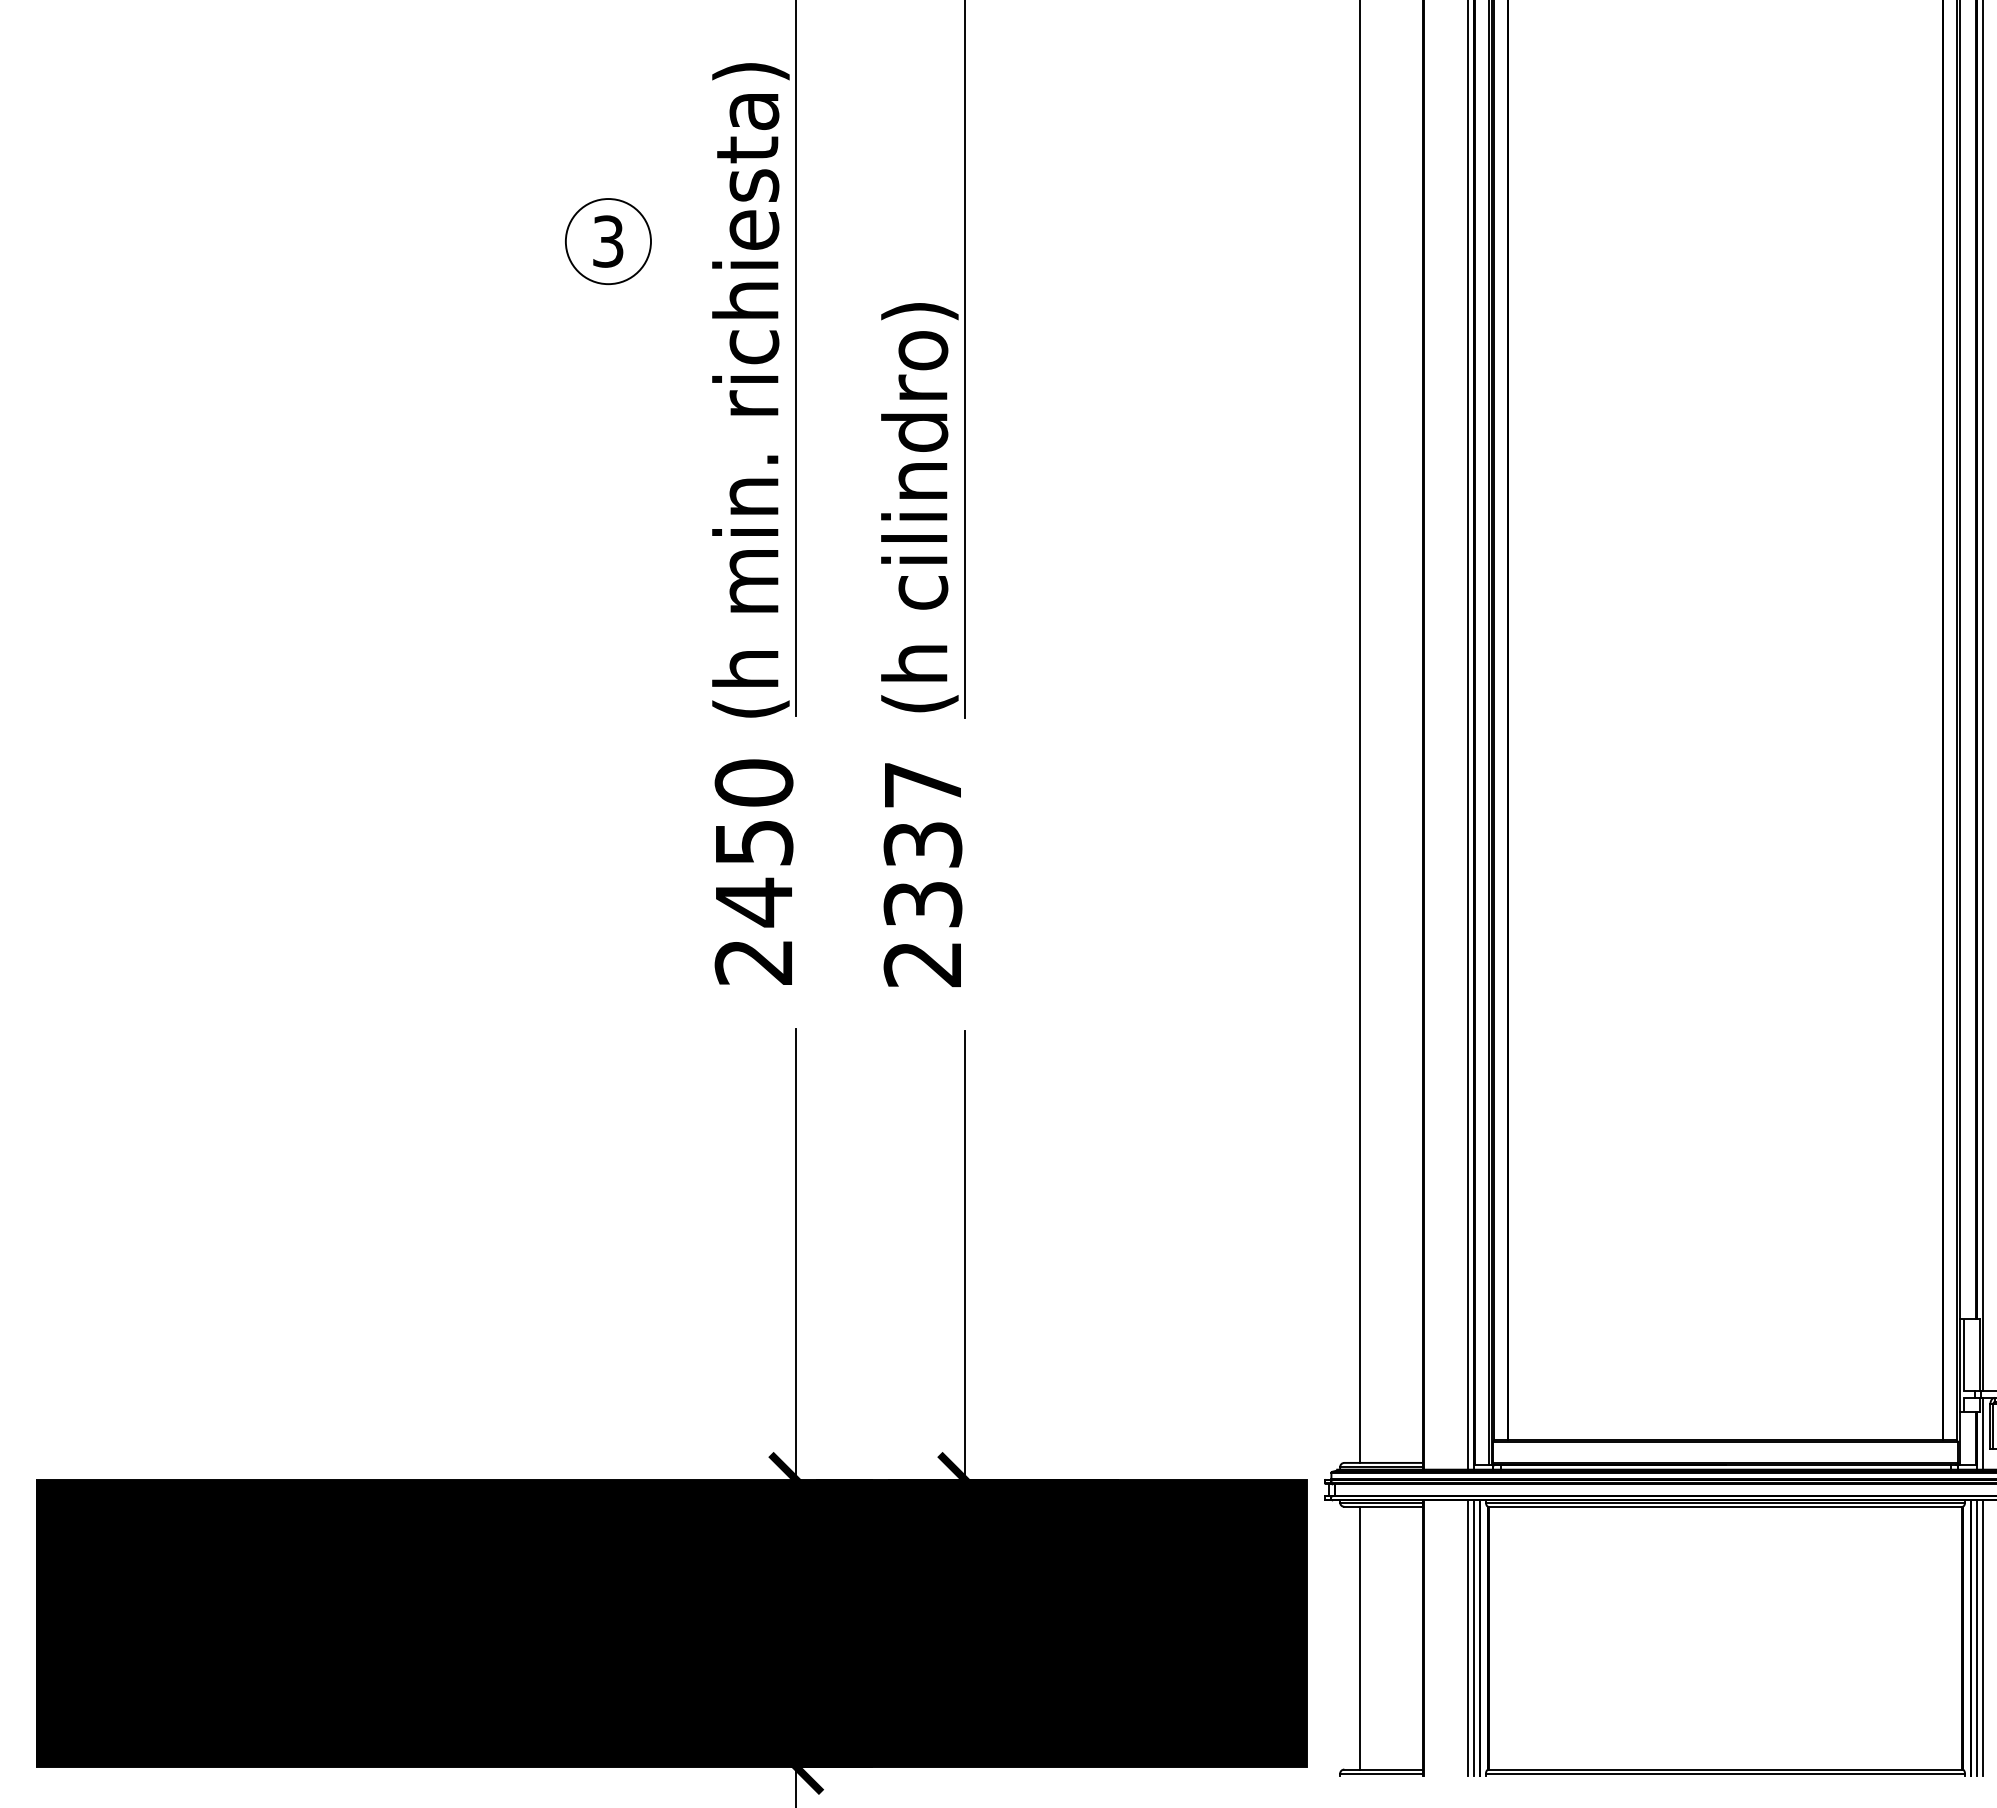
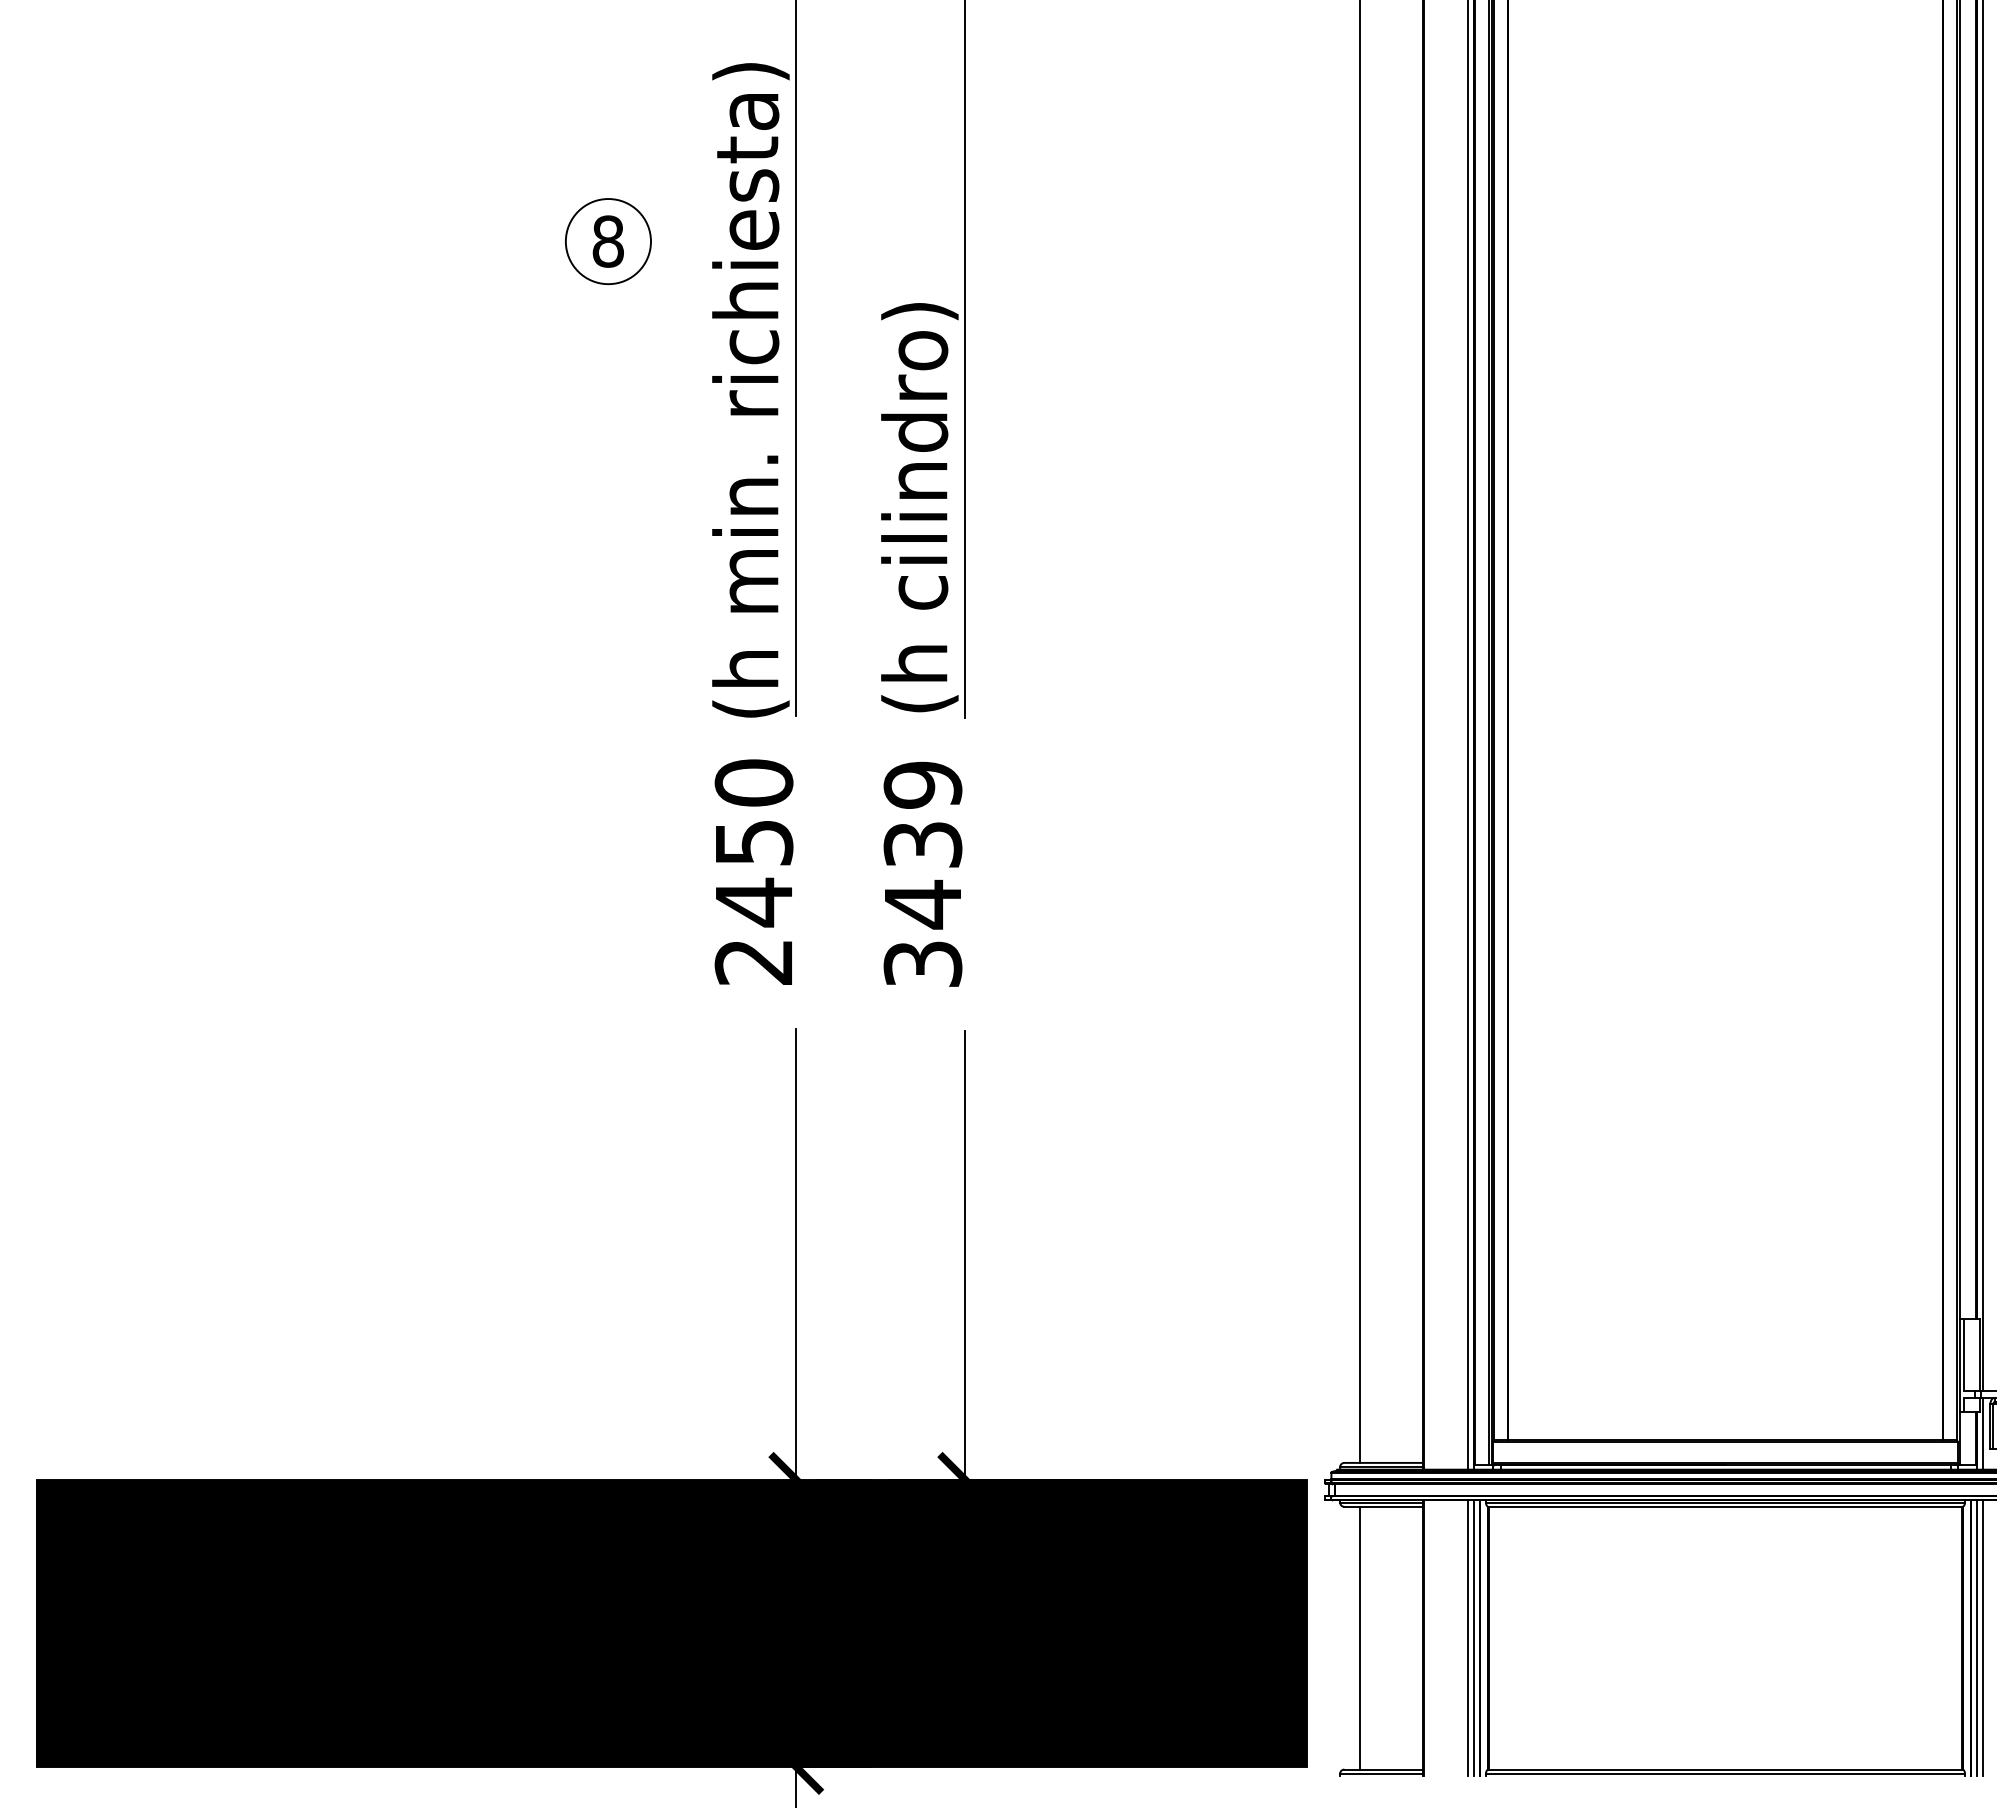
text at (607, 241): 3 -> 8
text at (922, 874): 2337 -> 3439
